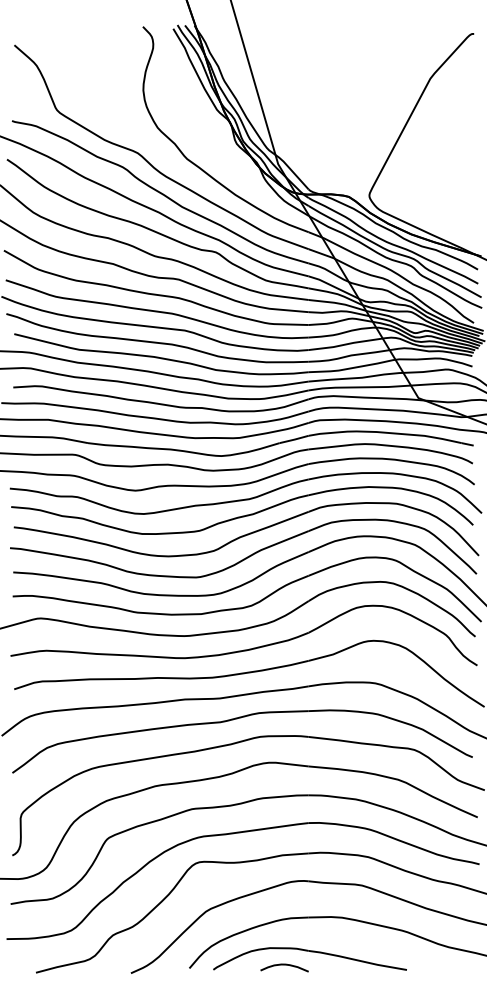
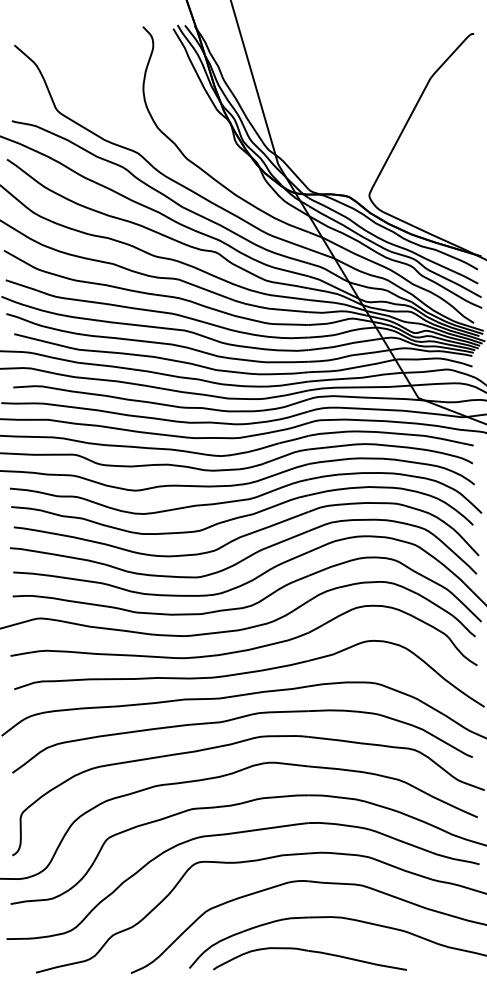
curve at (284, 965): present -> none
